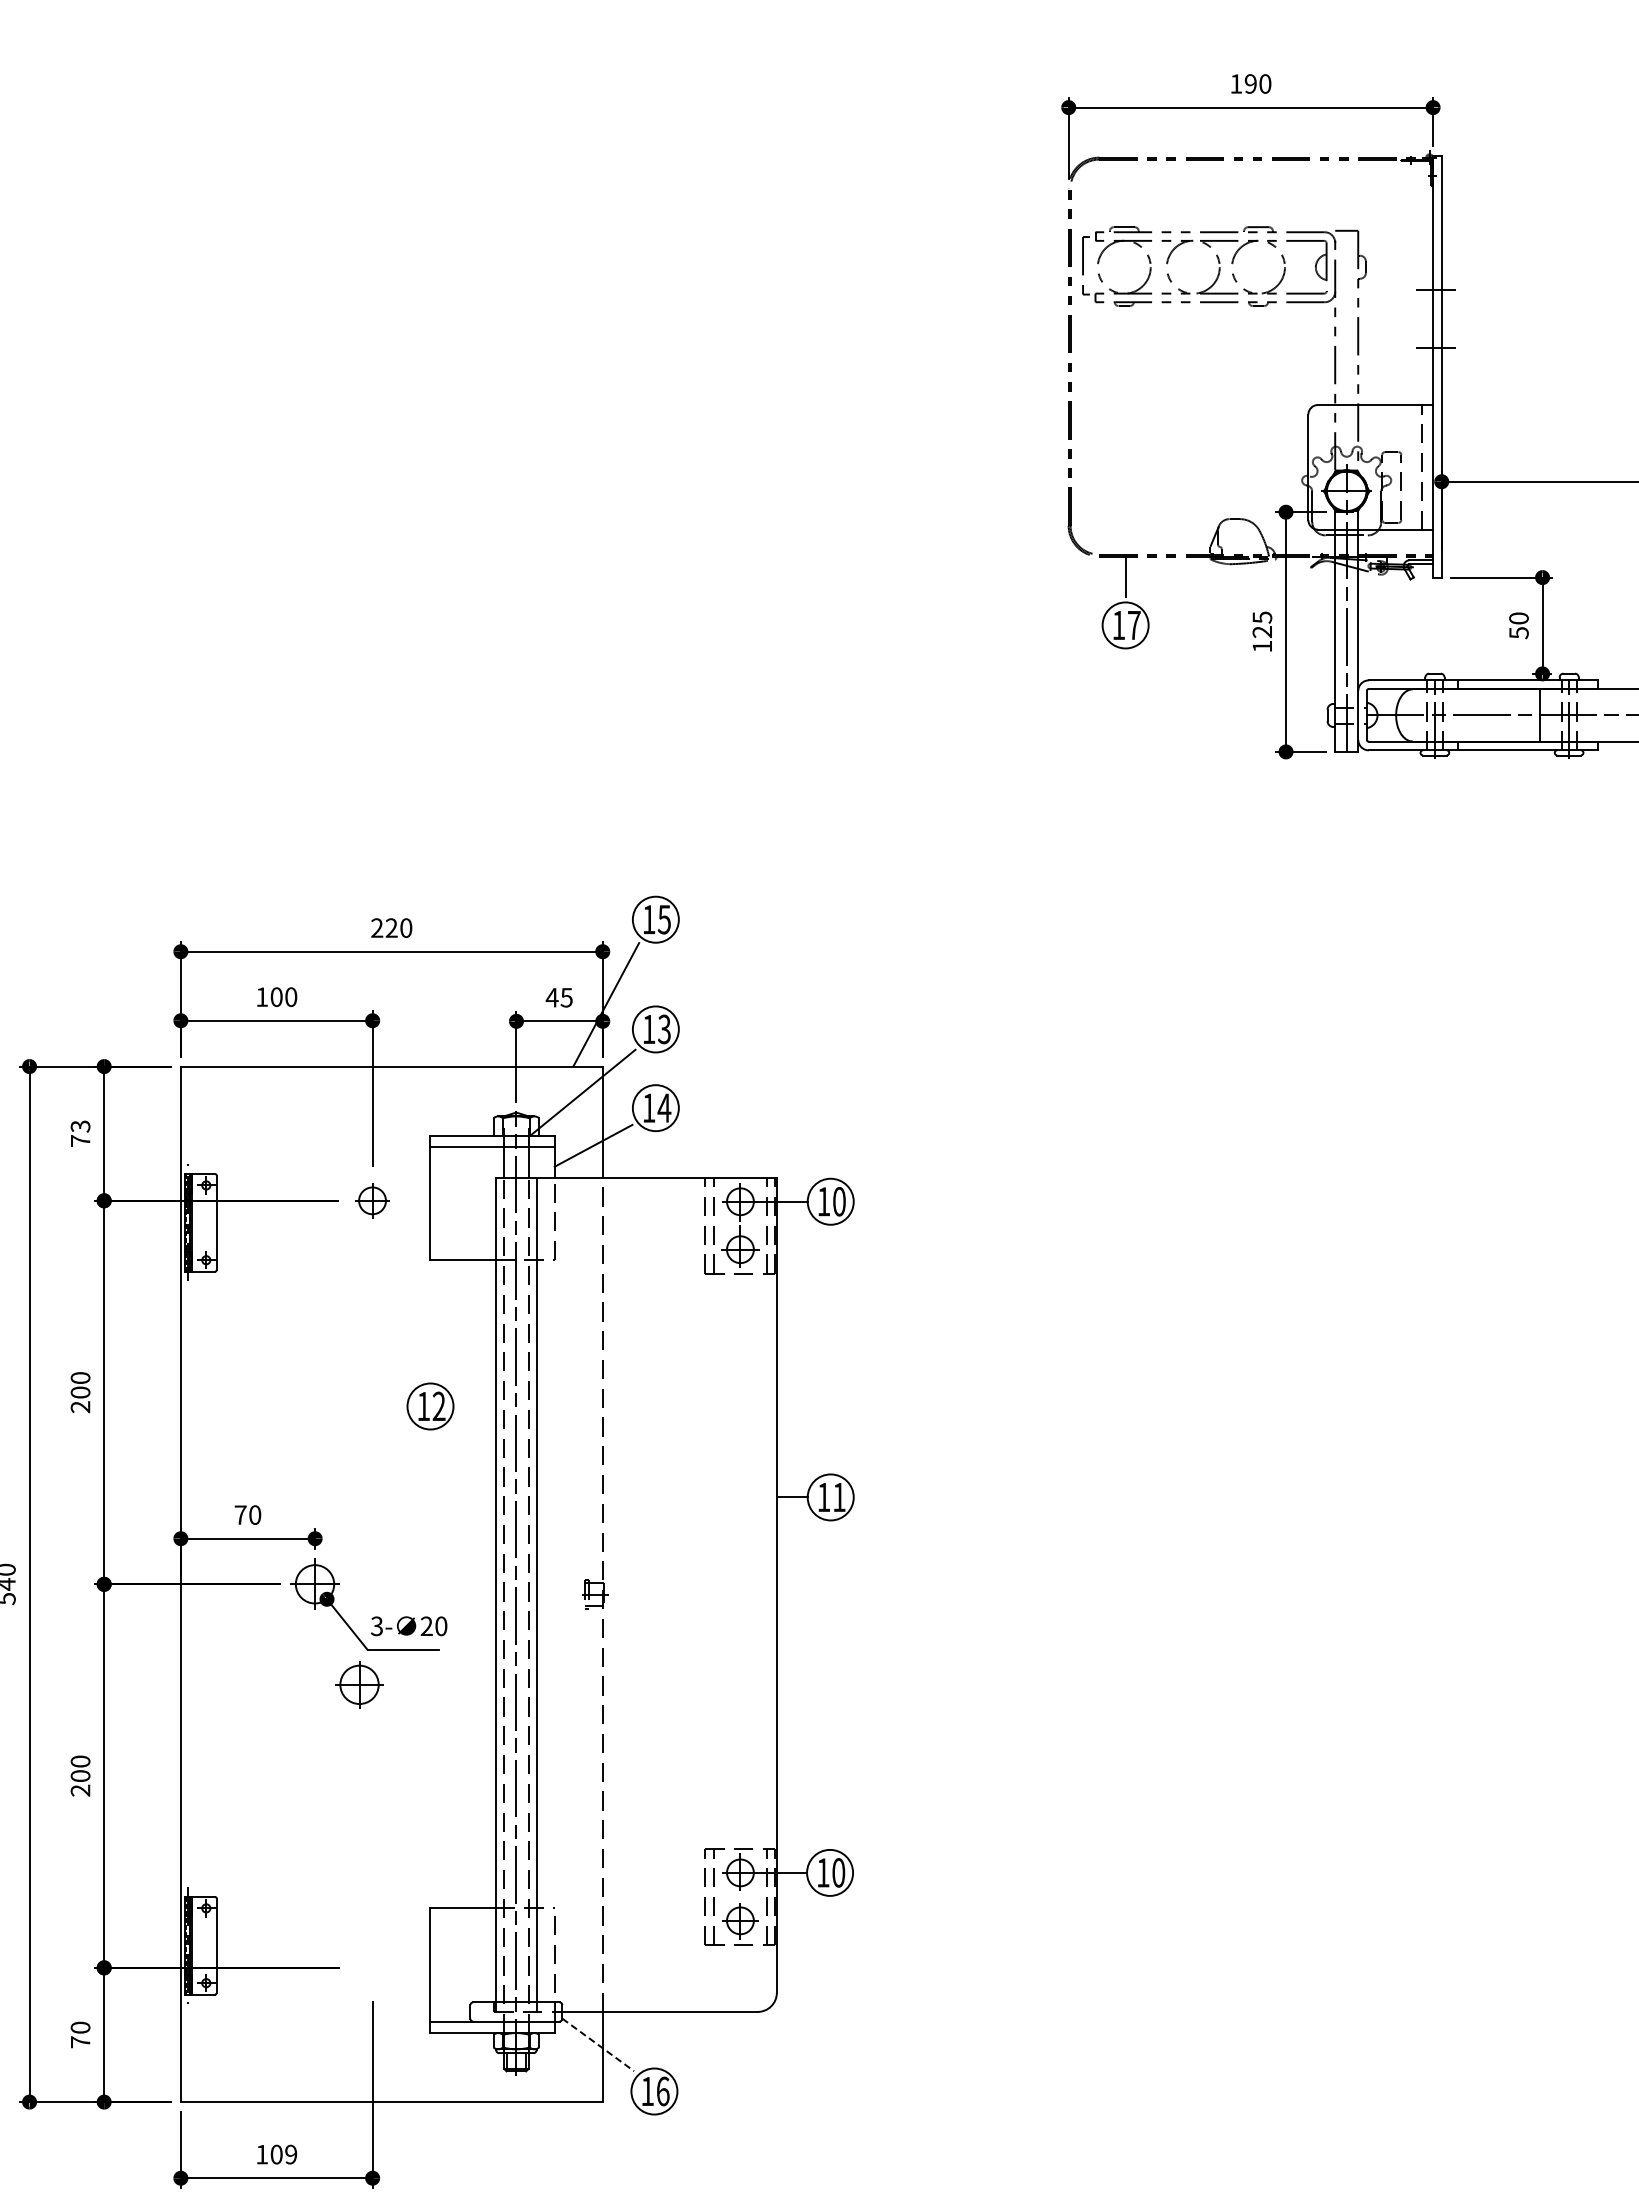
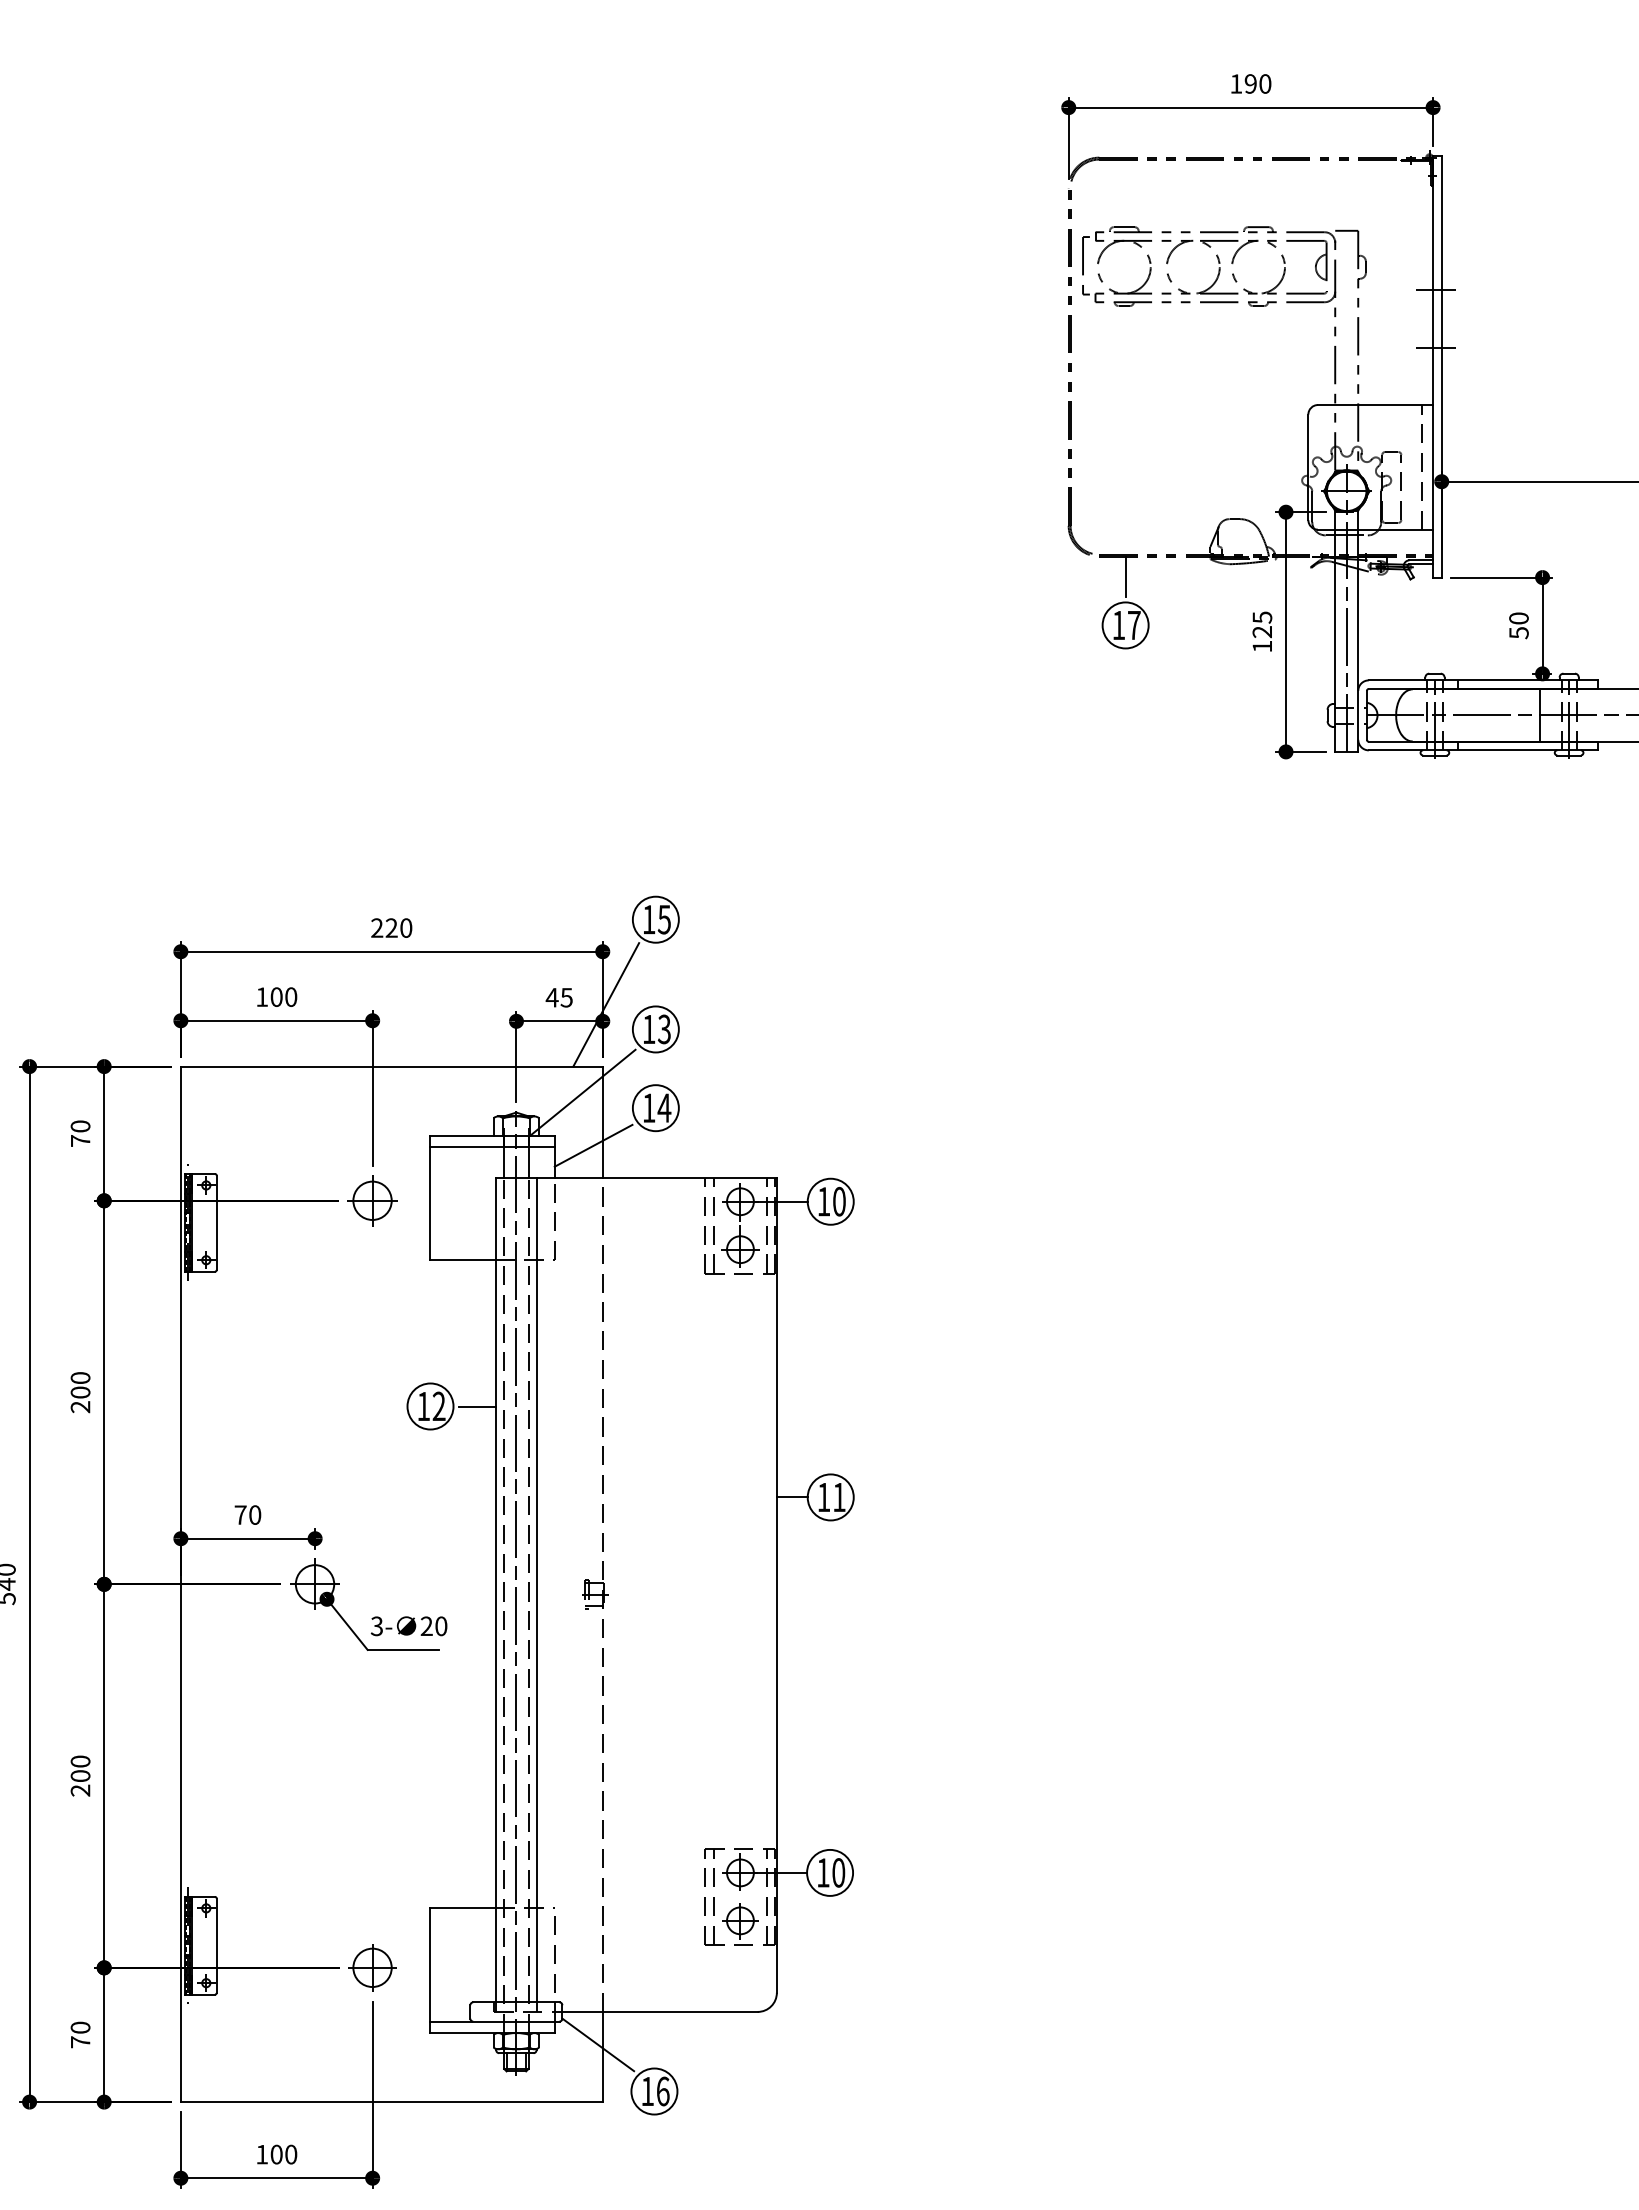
text at (80, 1126): 73 -> 70
part at (372, 1200) size: 35x36 px -> 51x52 px
line at (477, 1406): none -> present
part at (359, 1684) position: (359, 1684) -> (372, 1967)
line at (598, 2045): dashed -> solid
text at (291, 2154): 109 -> 100
